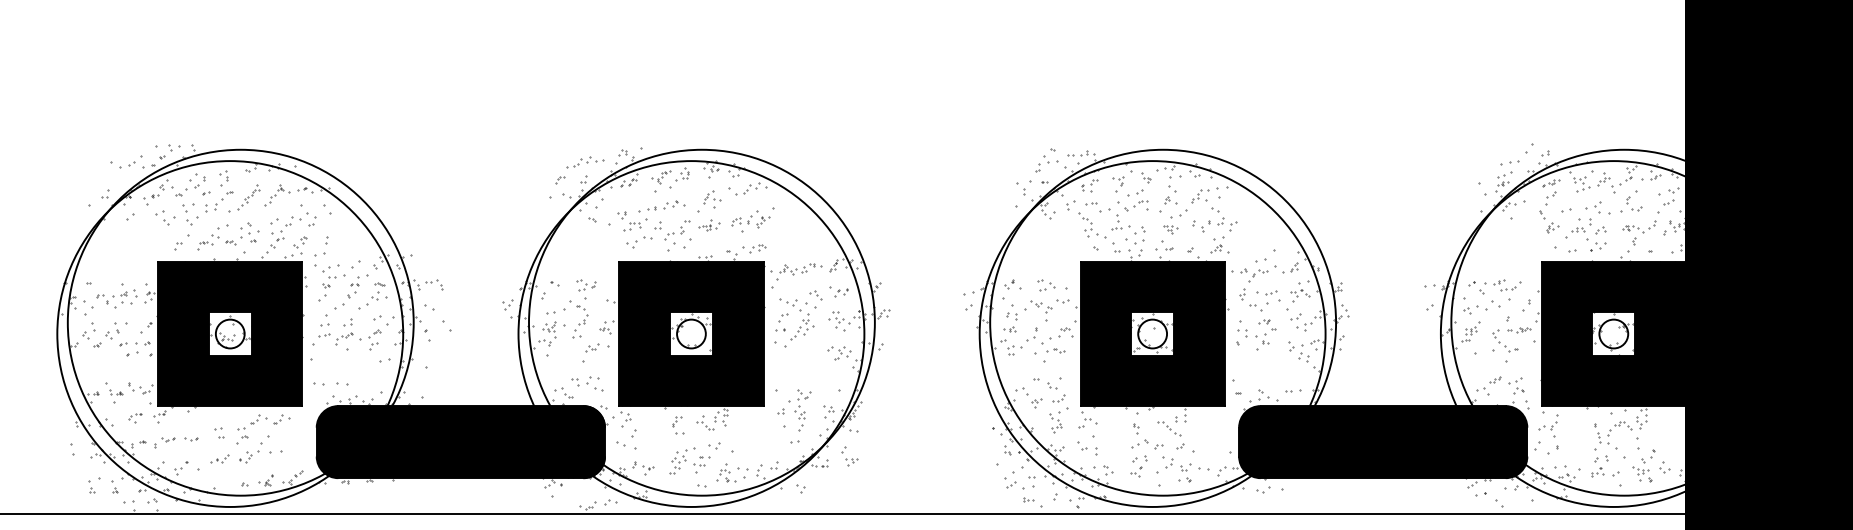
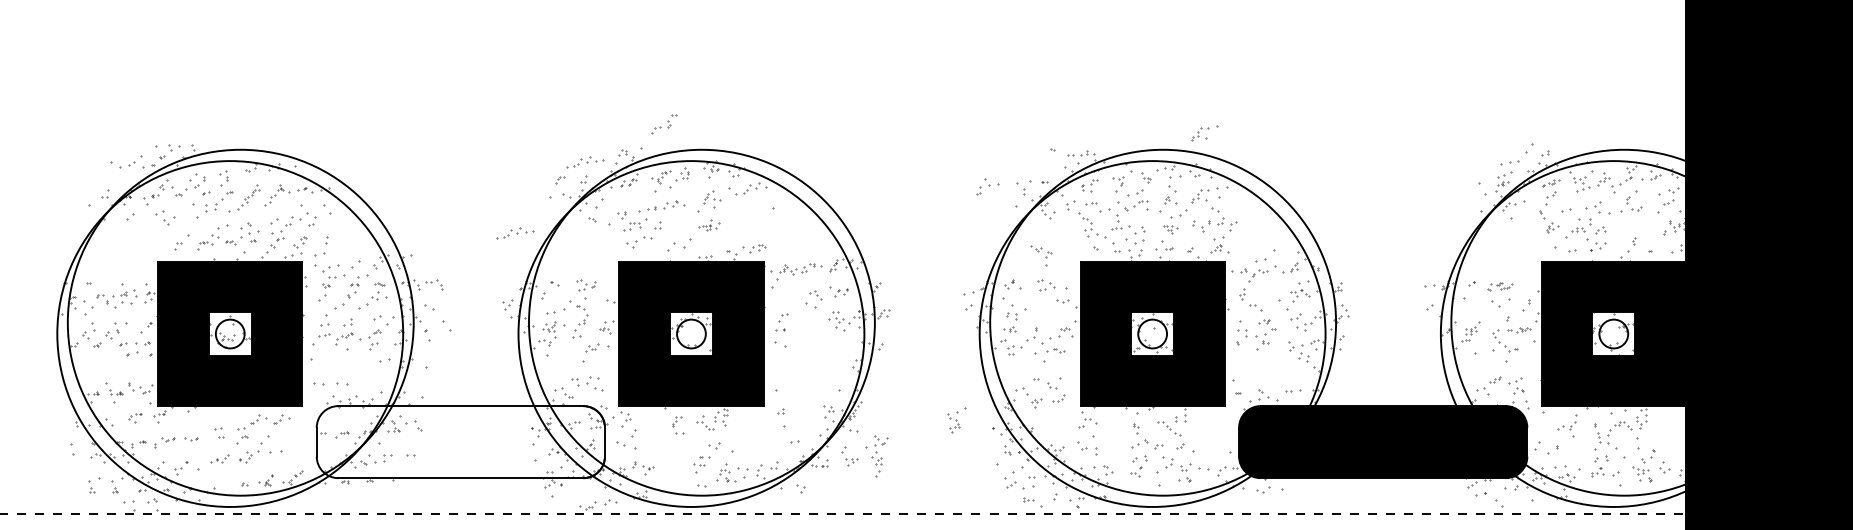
part at (1204, 133): none -> present
part at (1046, 163) position: (1046, 163) -> (987, 186)
part at (187, 214): present -> none
part at (750, 221): present -> none
part at (1639, 226): present -> none
part at (677, 230) position: (677, 230) -> (664, 124)
part at (515, 233): none -> present
part at (1500, 286) size: 43x16 px -> 27x10 px
part at (1266, 297): present -> none
part at (1475, 309): present -> none
part at (1041, 310) position: (1041, 310) -> (1041, 255)
part at (802, 320): present -> none
part at (839, 353): present -> none
part at (799, 410) position: (799, 410) -> (876, 456)
part at (1058, 420) position: (1058, 420) -> (956, 420)
part at (1548, 425) position: (1548, 425) -> (1567, 425)
fill at (460, 442): present -> none
part at (682, 460): present -> none
line at (926, 514): solid -> dashed
